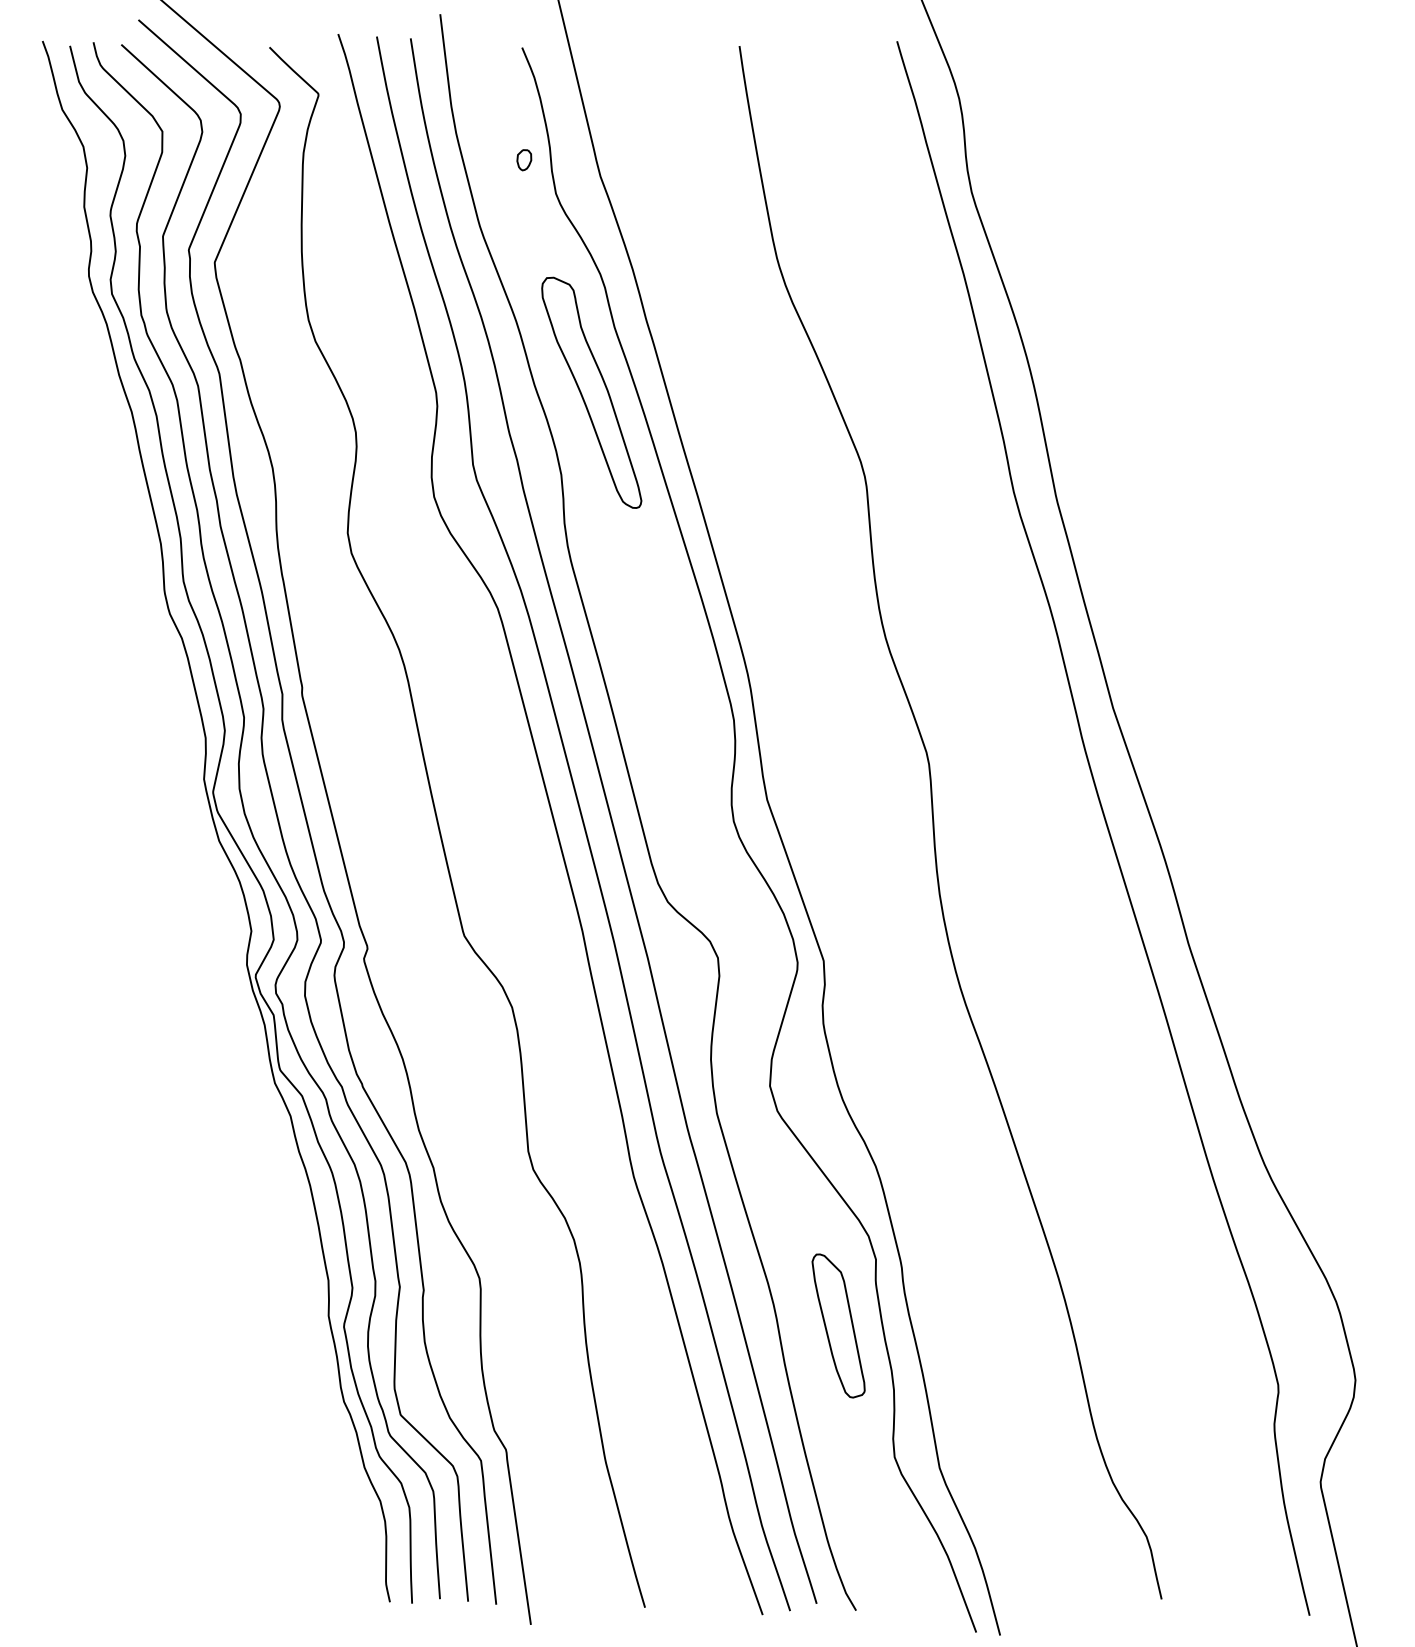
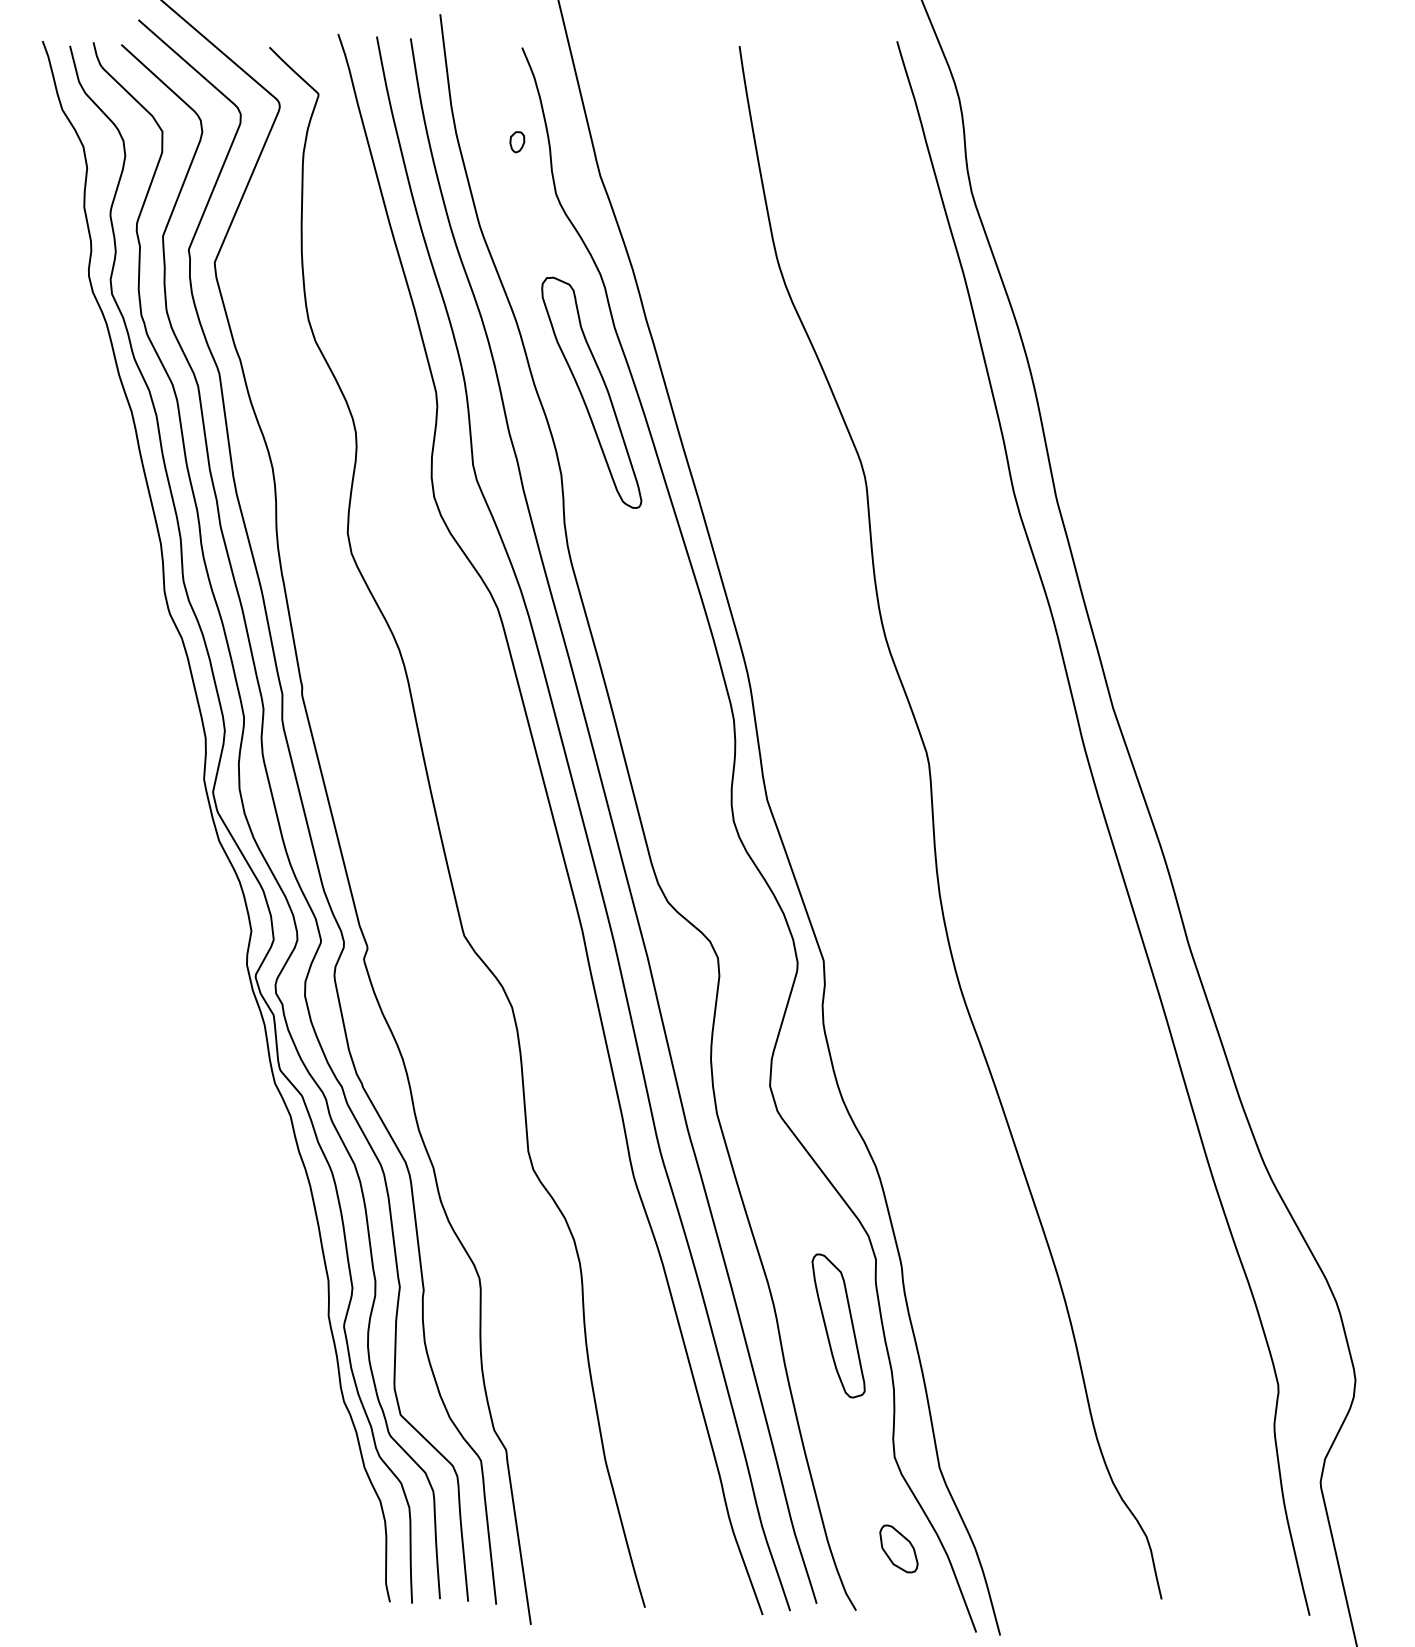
part at (524, 160) position: (524, 160) -> (517, 142)
part at (898, 1548): none -> present
